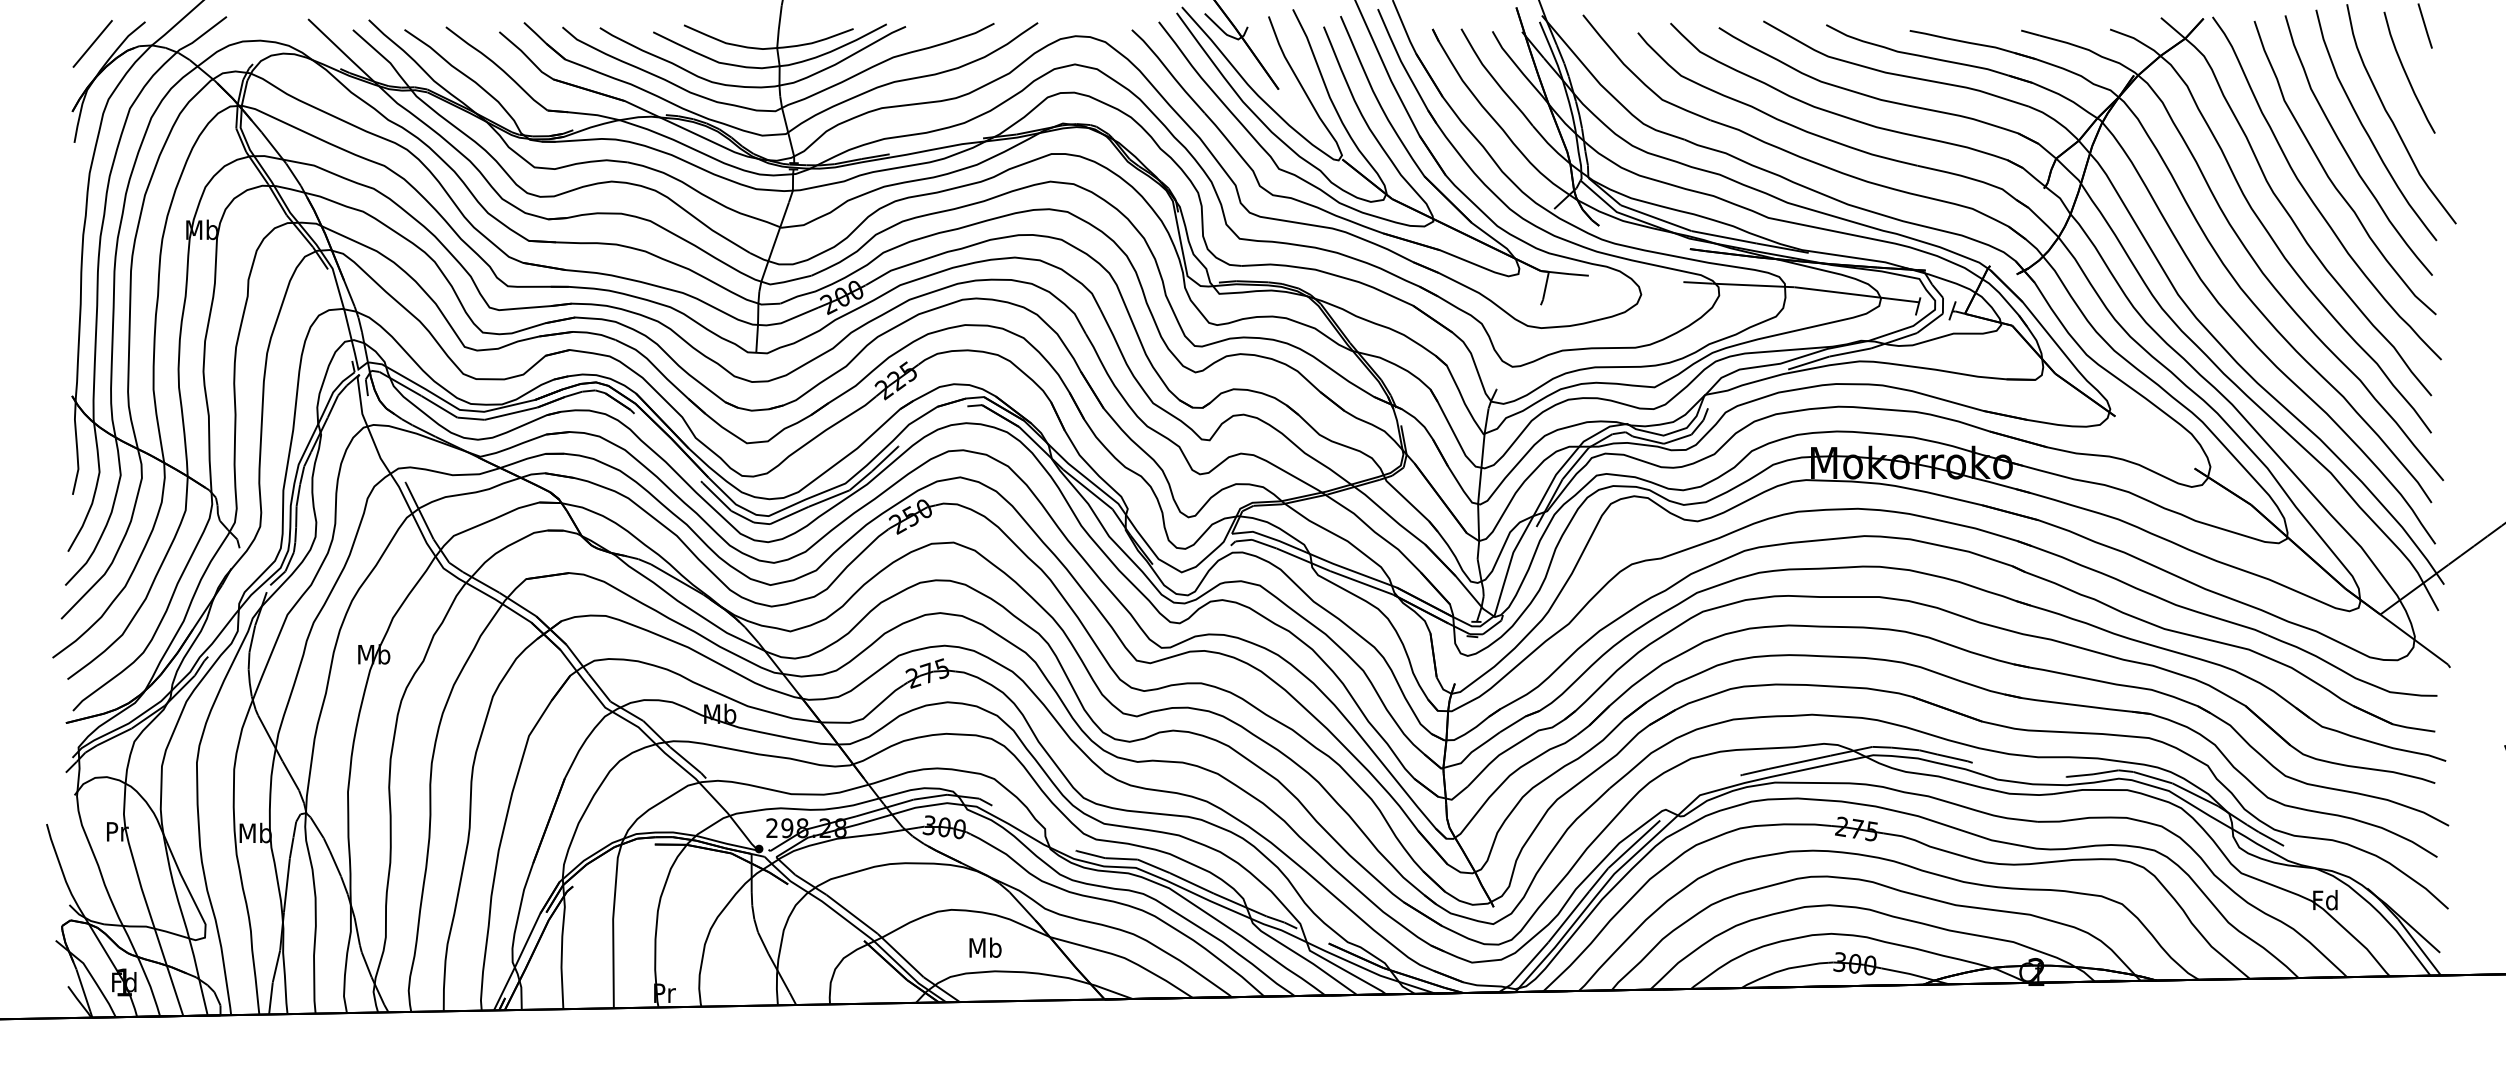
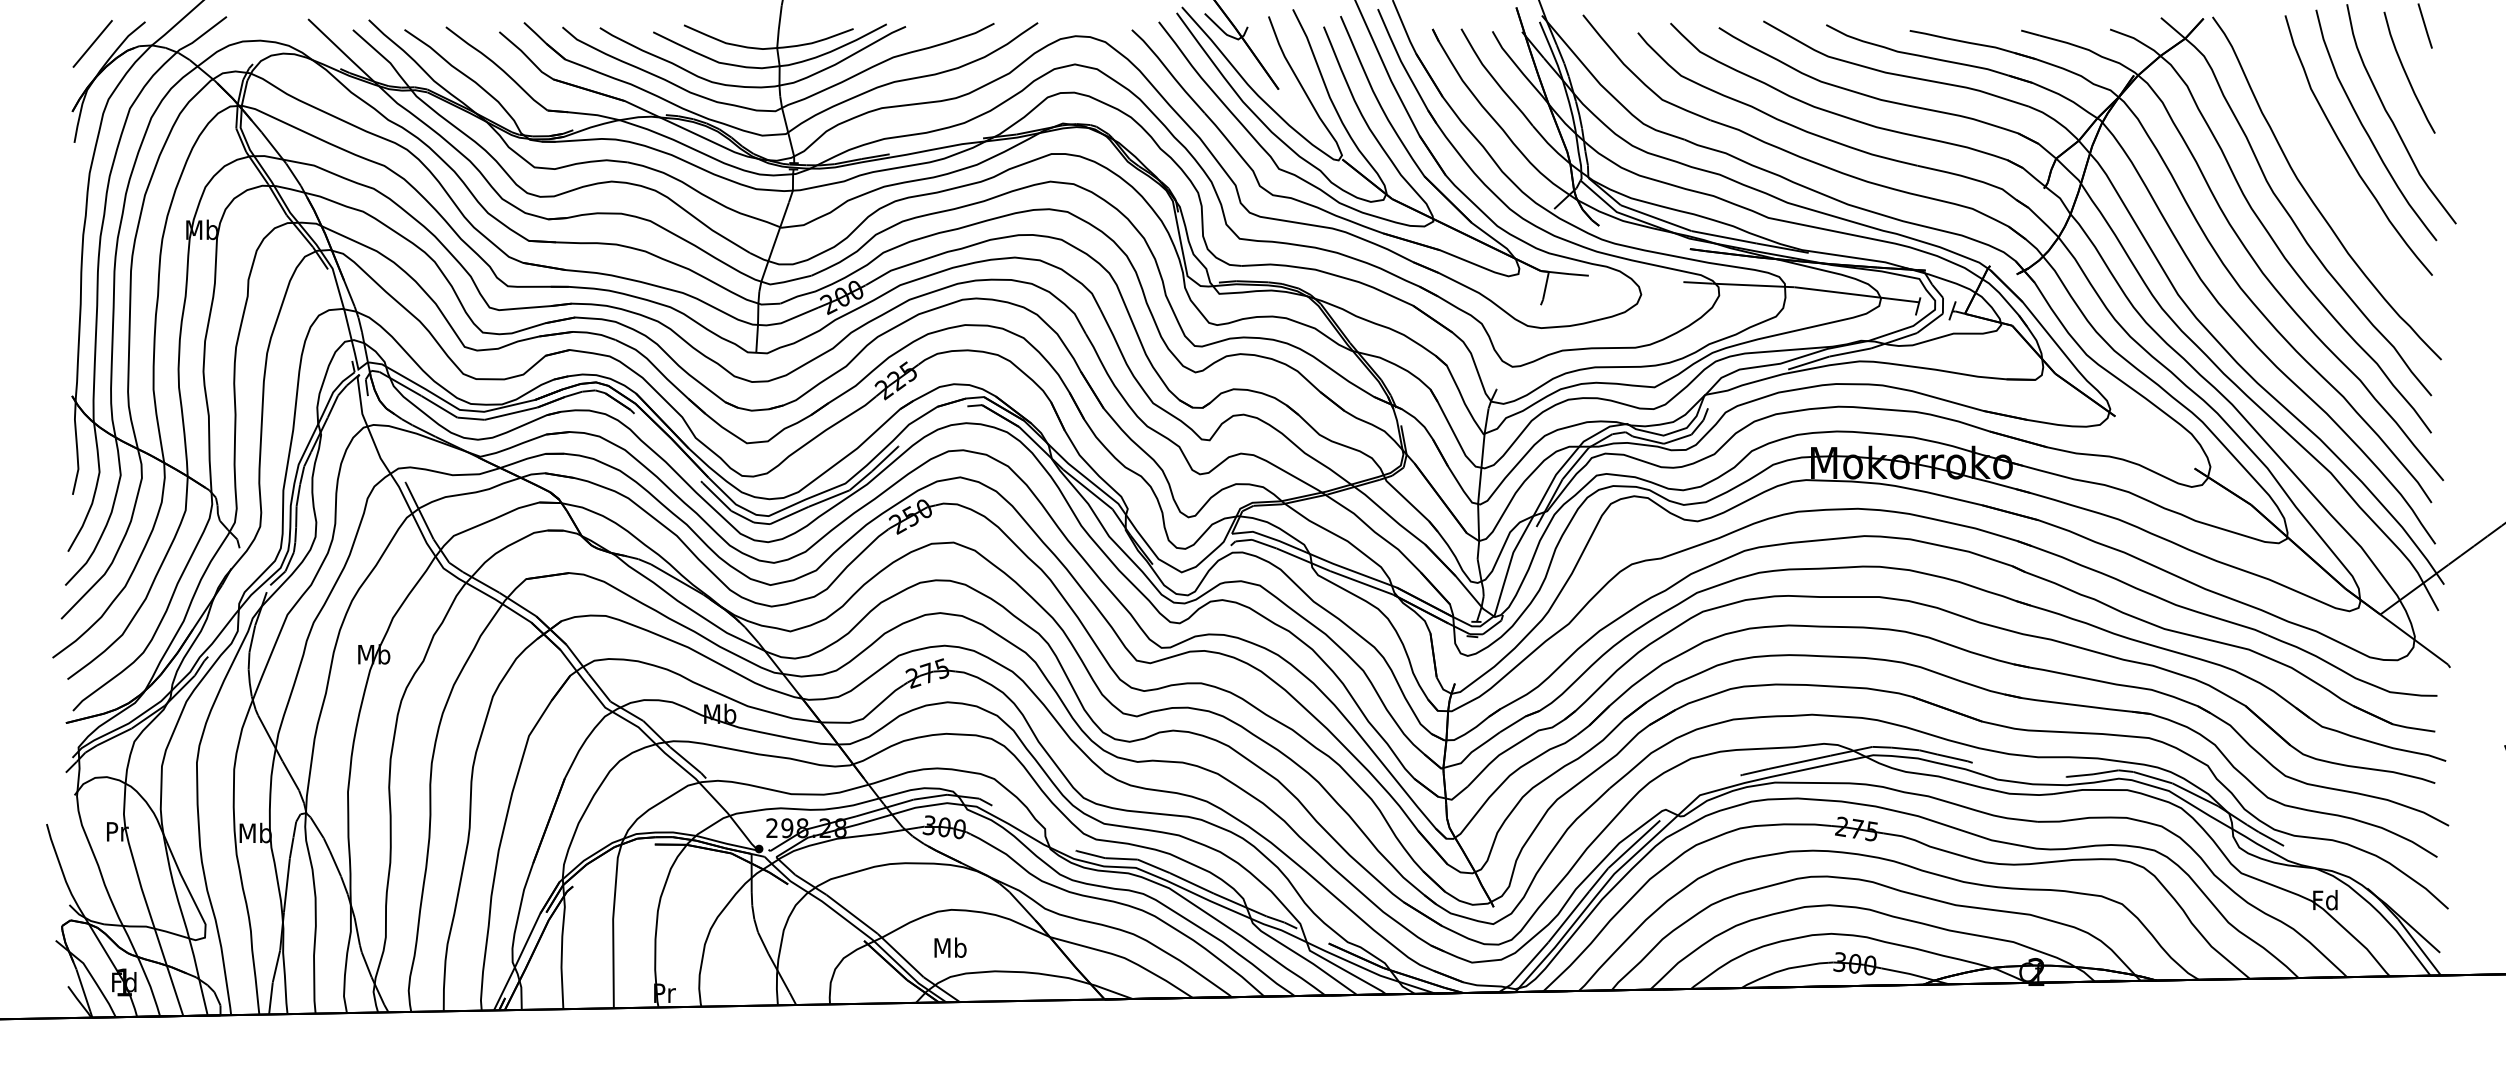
curve at (2329, 176): present -> none
text at (985, 947) position: (985, 947) -> (950, 947)
